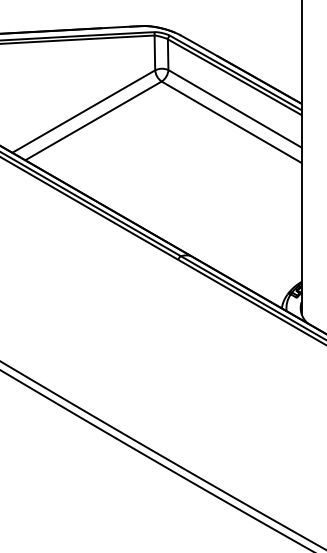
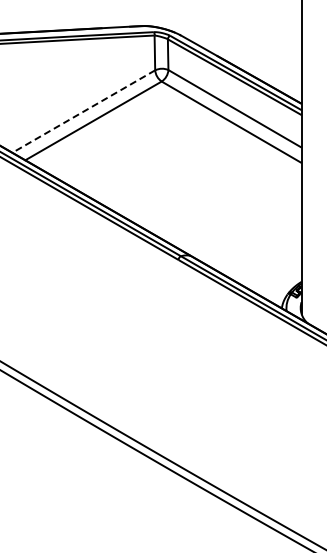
line at (83, 111): solid -> dashed
